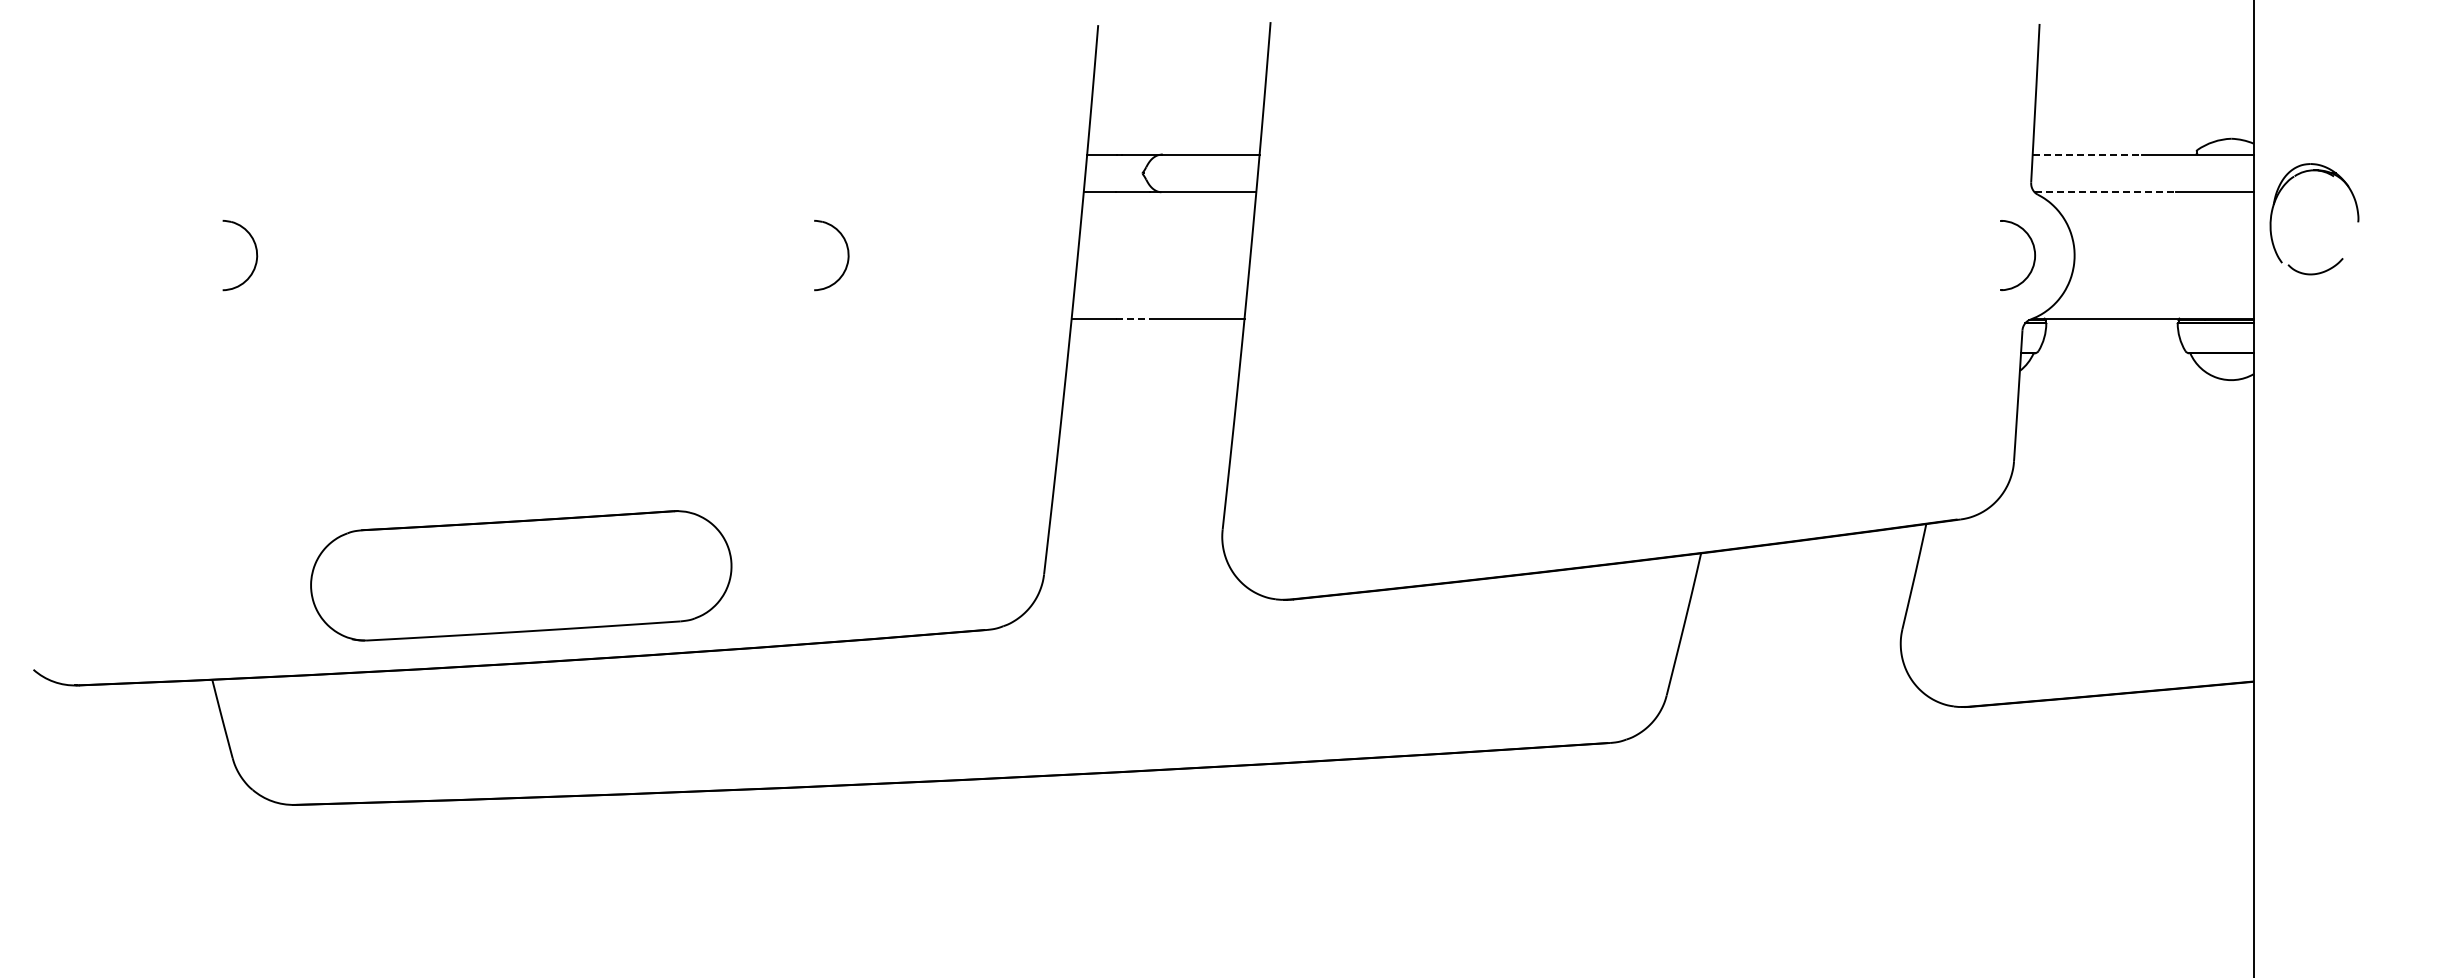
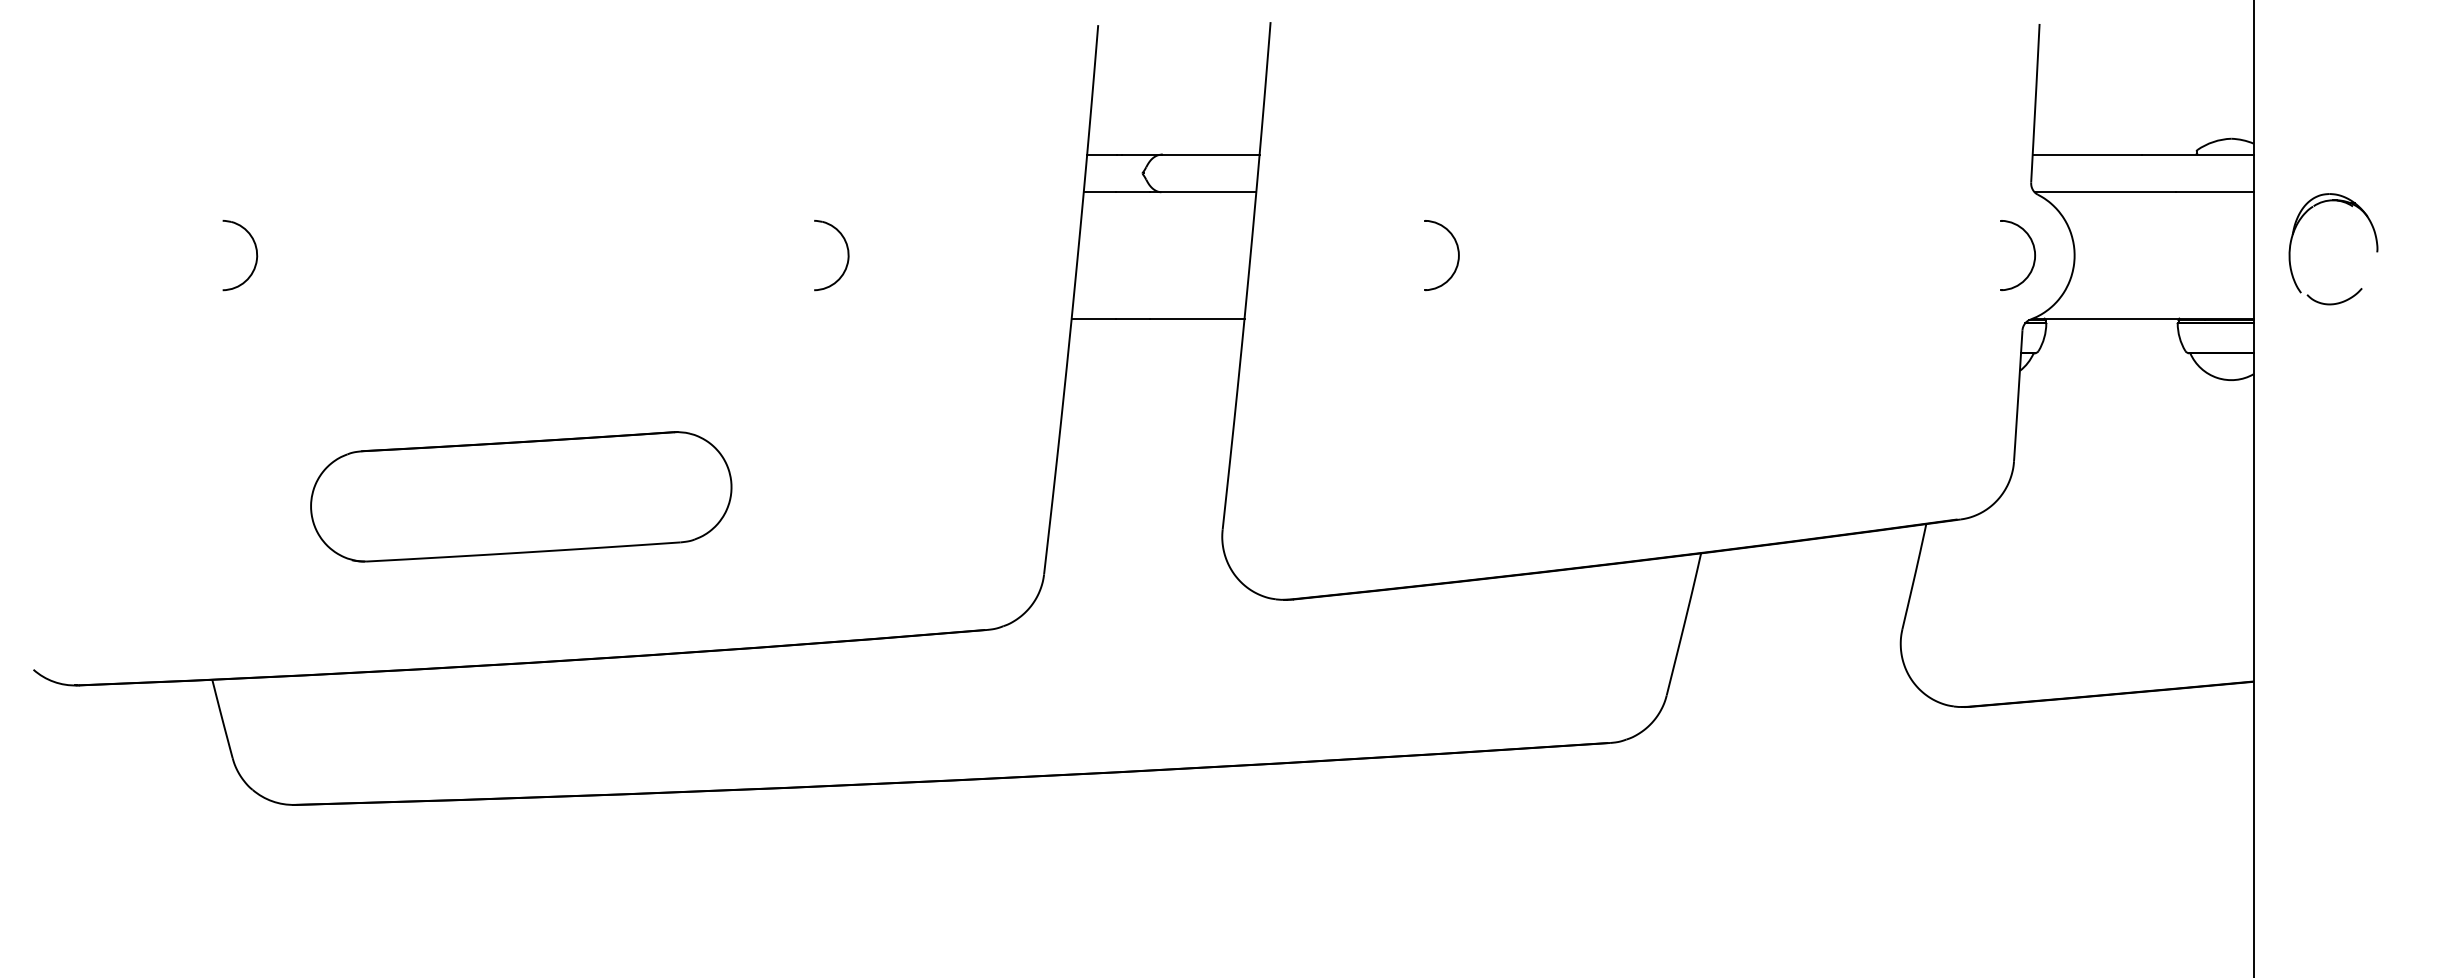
line at (2087, 154): dashed -> solid
line at (2105, 192): dashed -> solid
part at (2273, 210) position: (2273, 210) -> (2292, 240)
part at (1457, 252): none -> present
line at (1133, 318): dashed -> solid
part at (521, 575) position: (521, 575) -> (521, 496)
